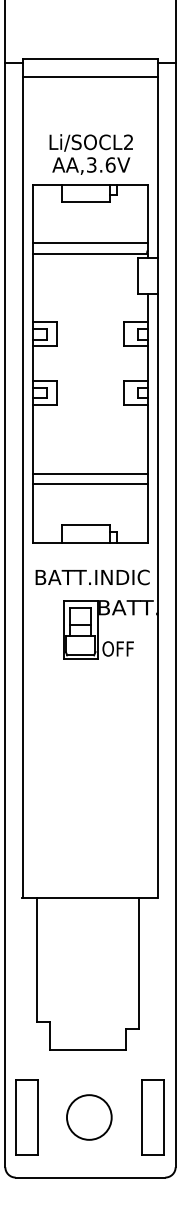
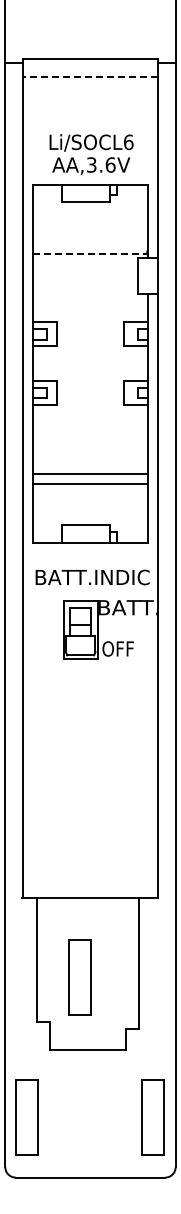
line at (90, 77): solid -> dashed
text at (128, 142): Li/SOCL2 -> Li/SOCL6
line at (90, 243): present -> none
line at (90, 253): solid -> dashed
part at (79, 977): none -> present
circle at (89, 1117): present -> none
